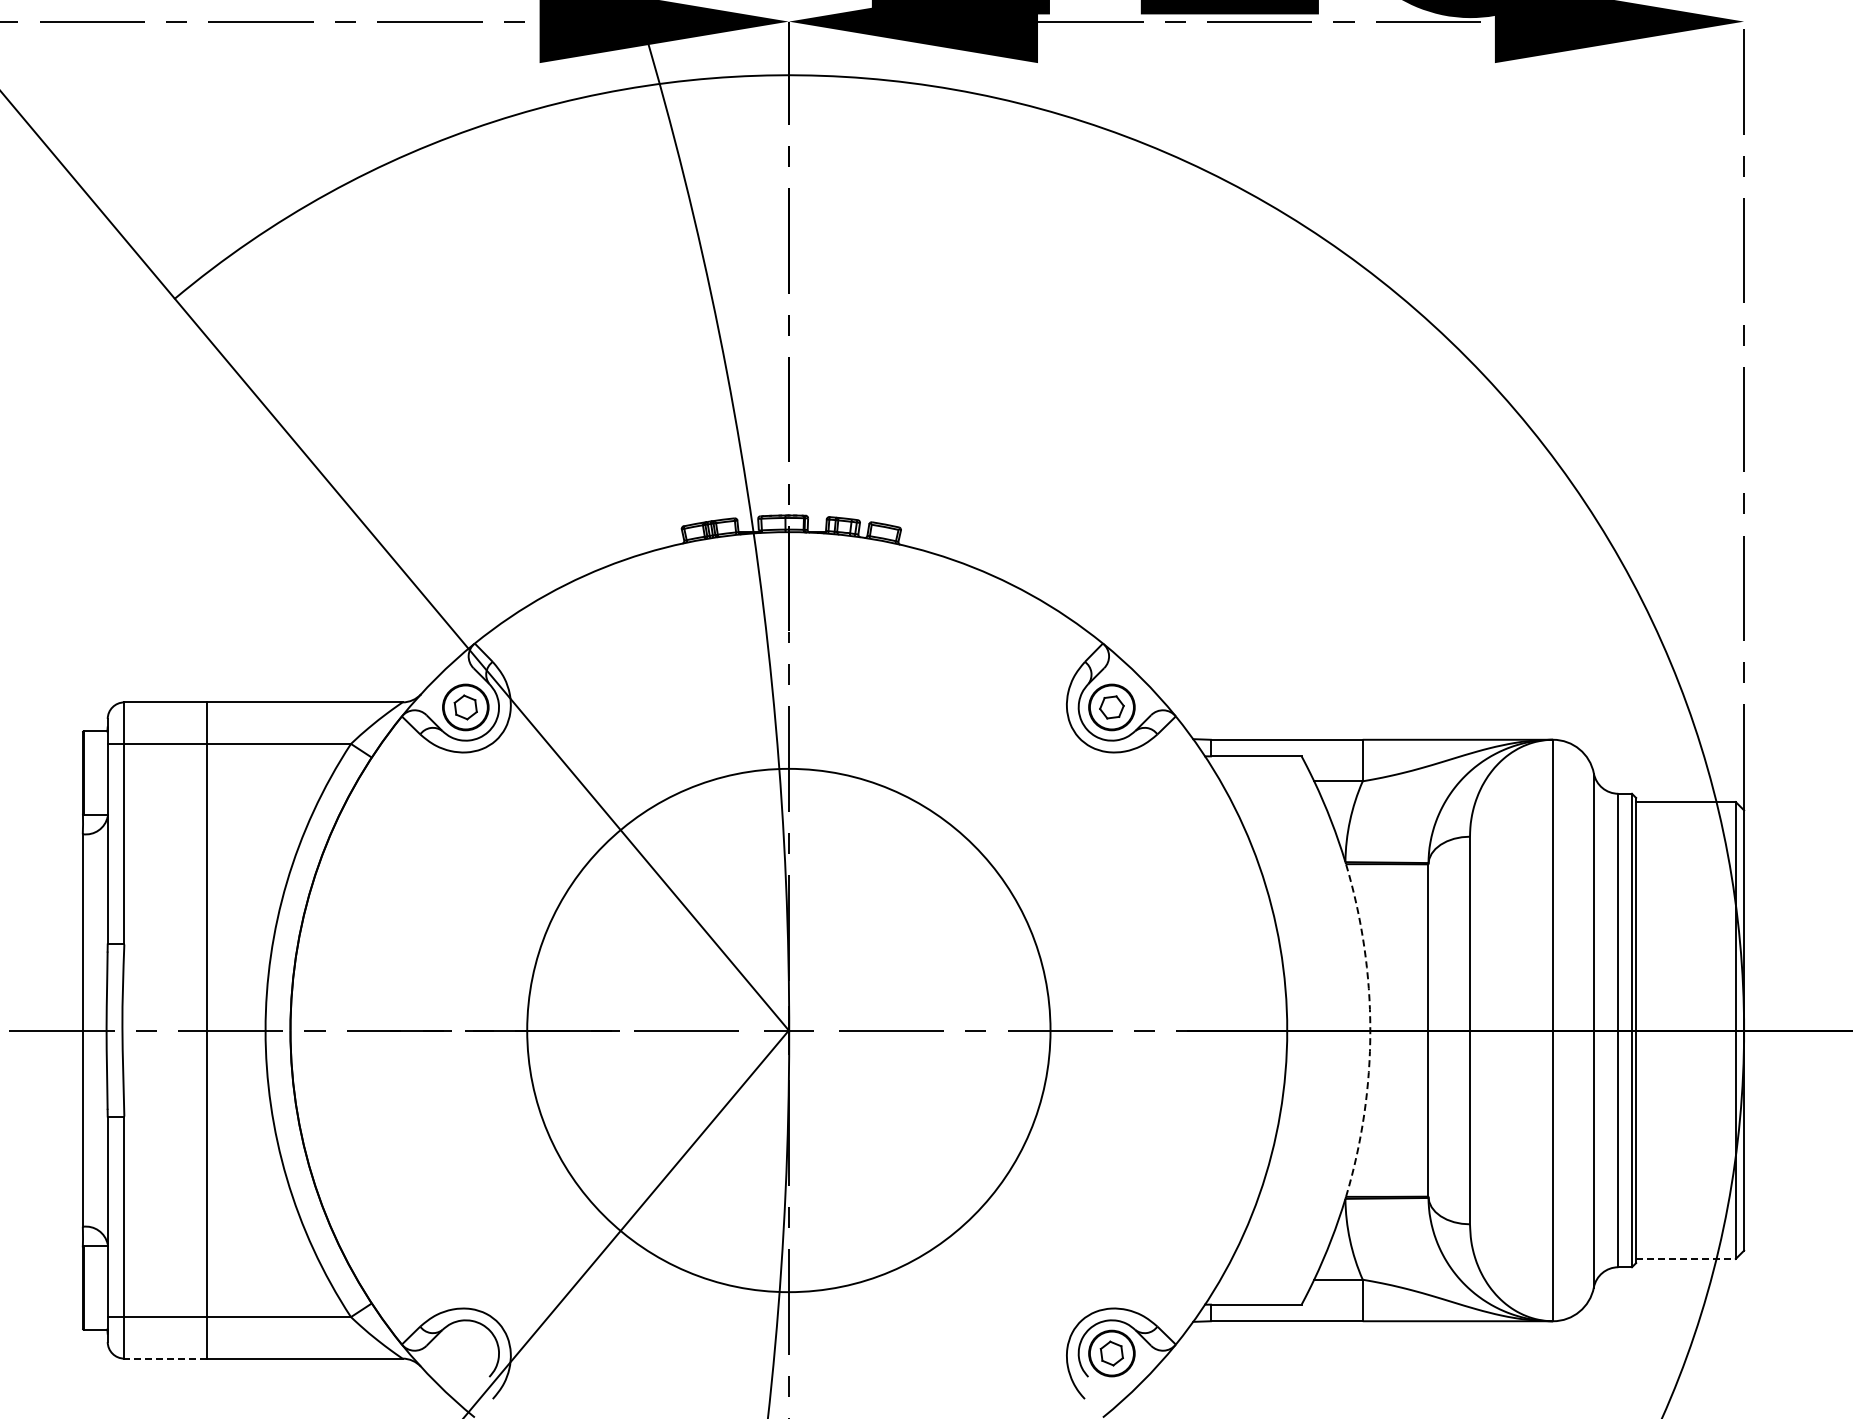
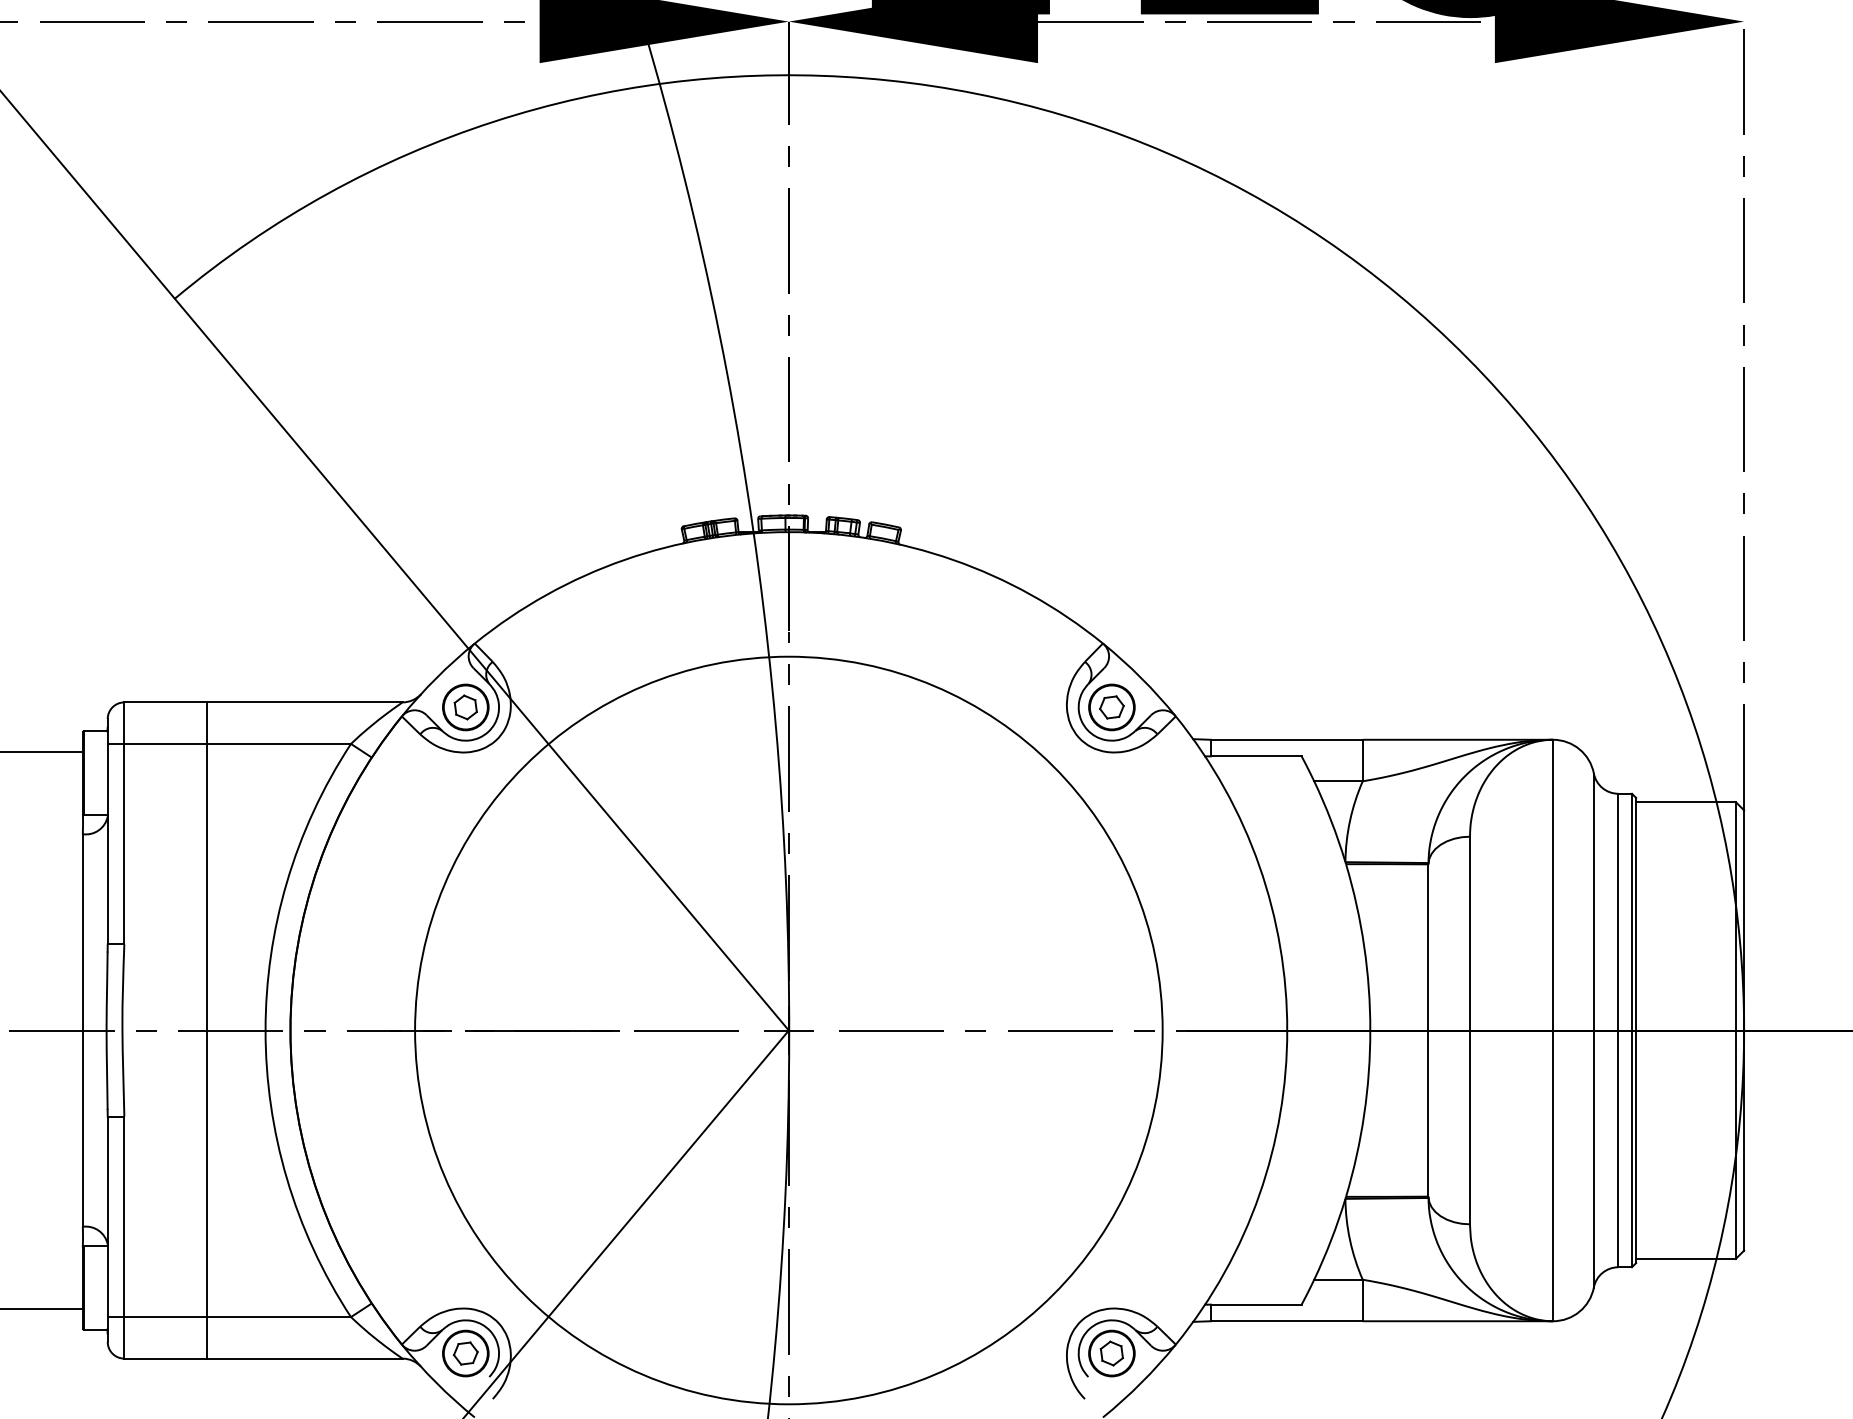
line at (42, 752): none -> present
circle at (788, 1030) diameter: 523 px -> 748 px
arc at (1370, 1030): dashed -> solid
line at (1685, 1258): dashed -> solid
line at (42, 1308): none -> present
part at (465, 1353): none -> present
line at (165, 1358): dashed -> solid
